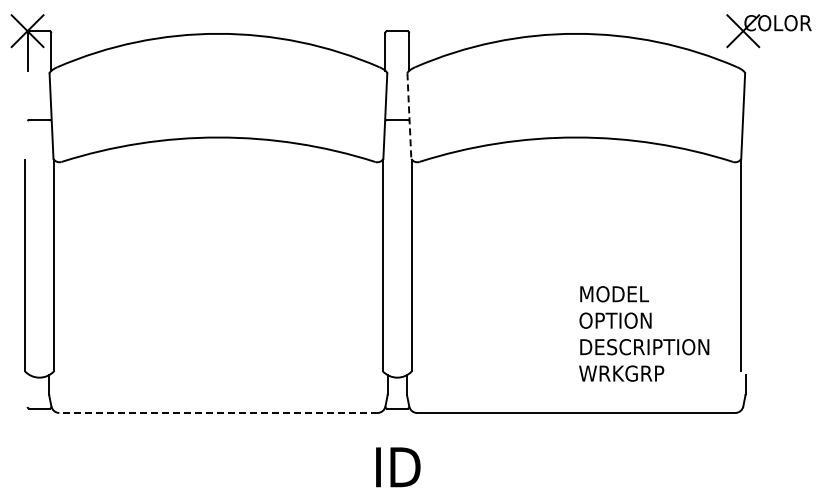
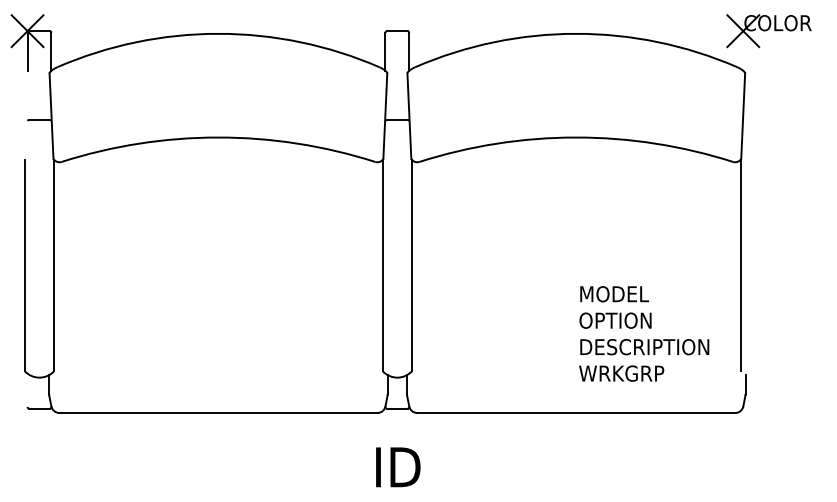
line at (409, 116): dashed -> solid
line at (217, 412): dashed -> solid
